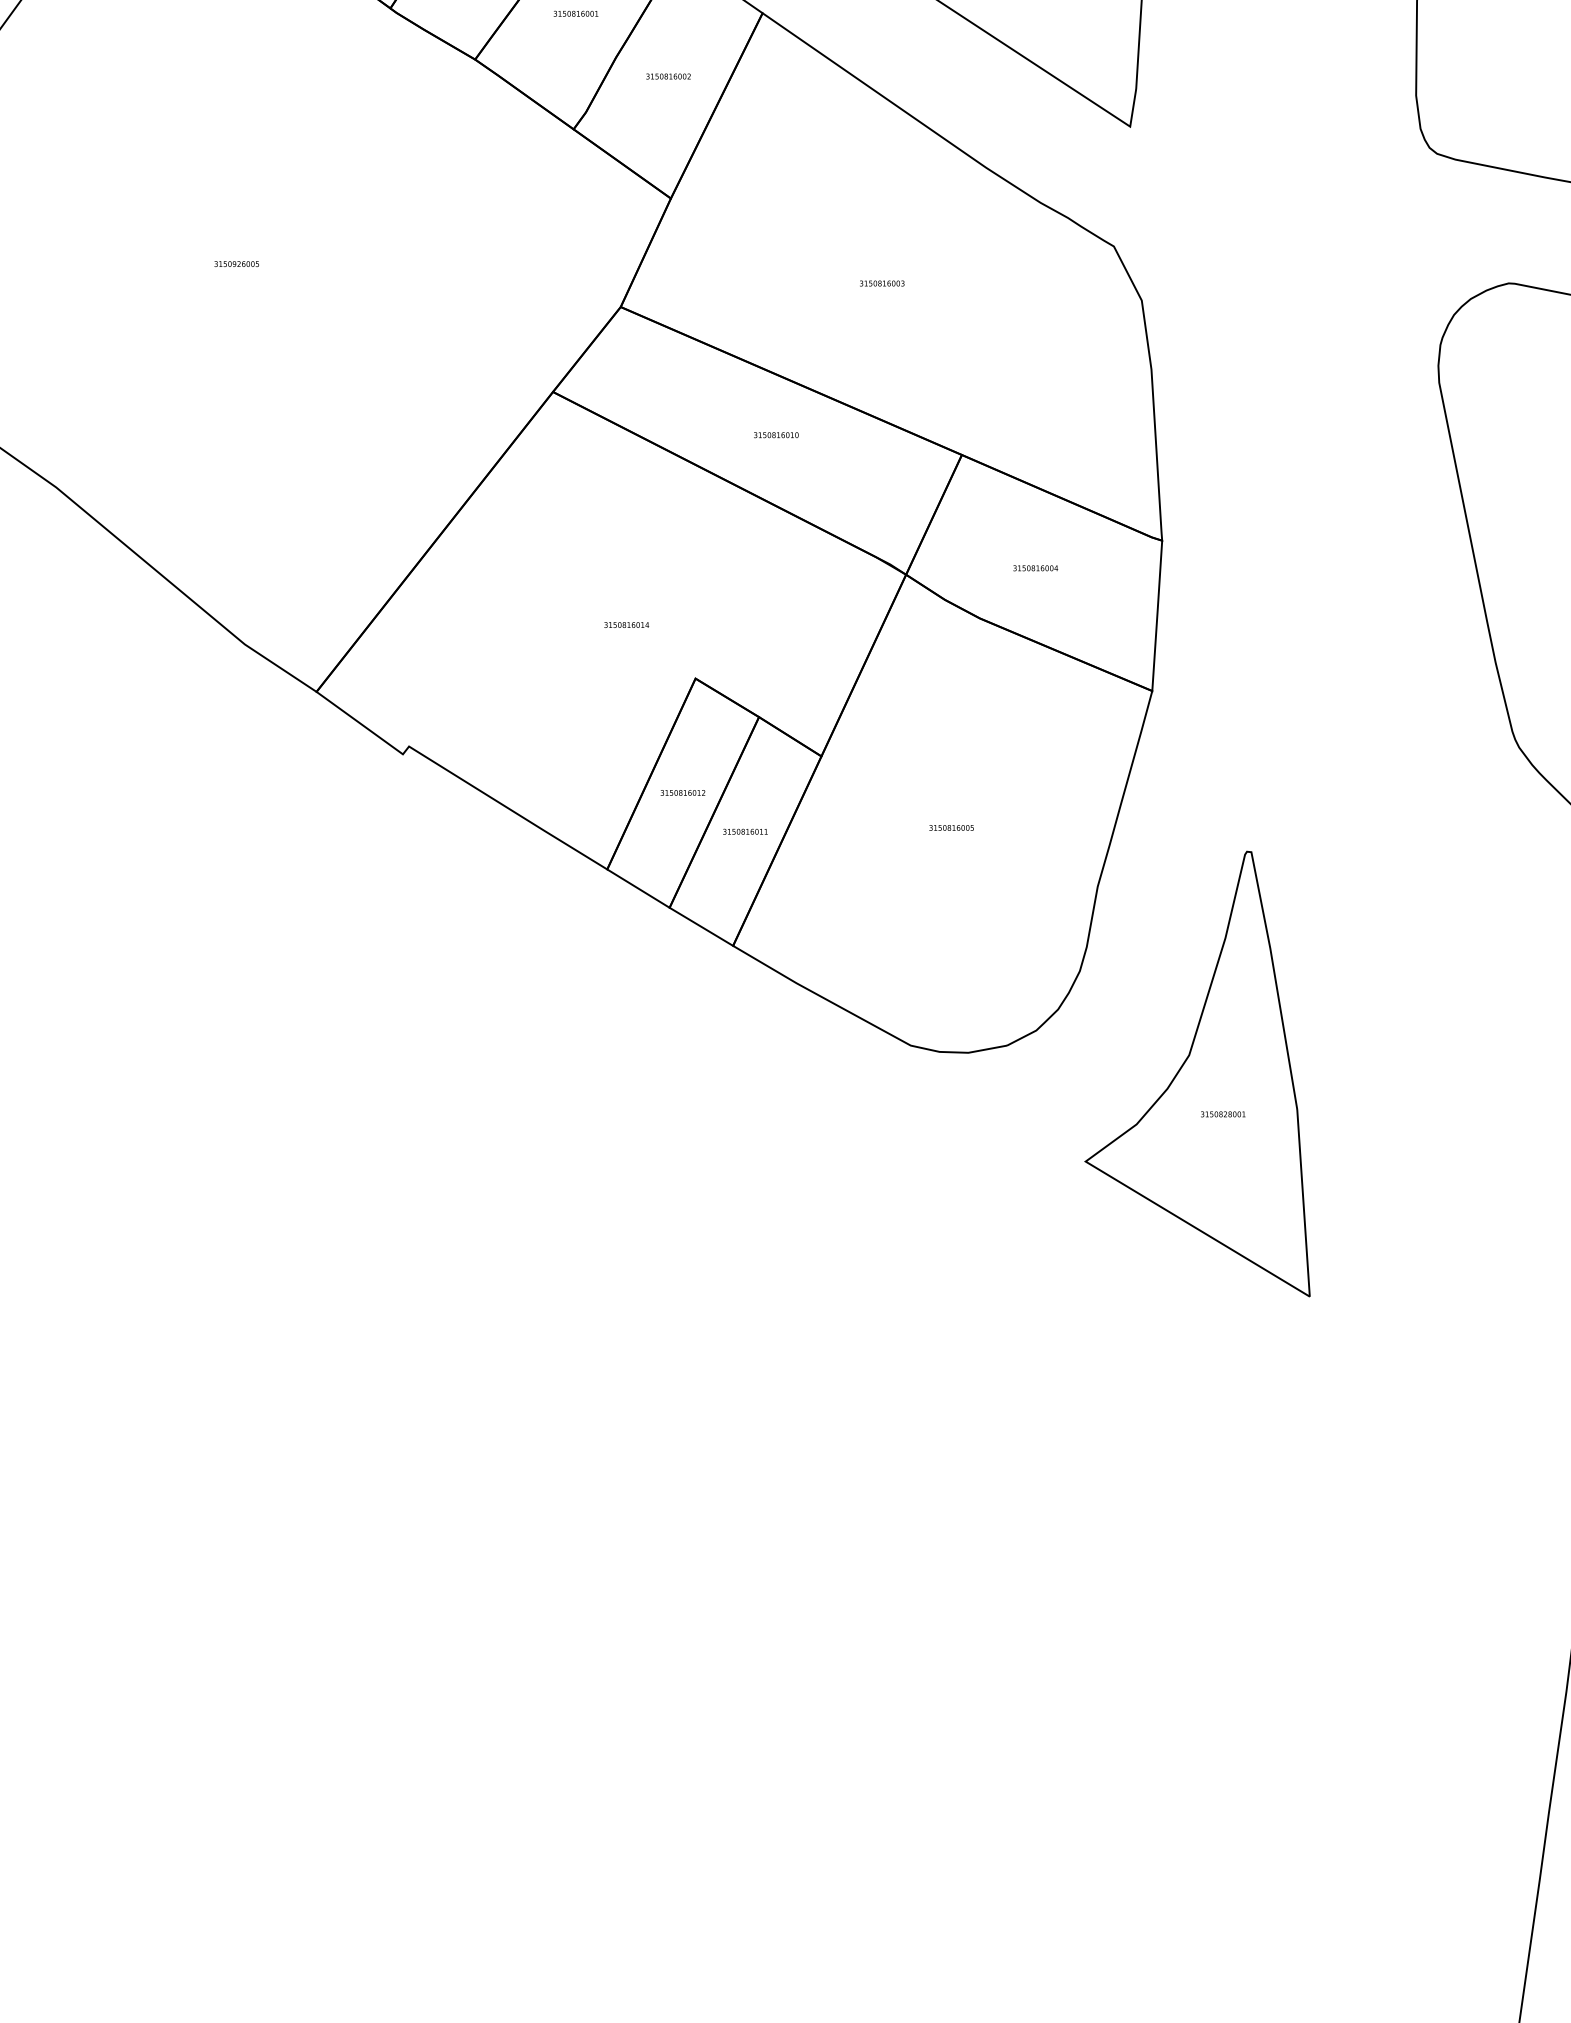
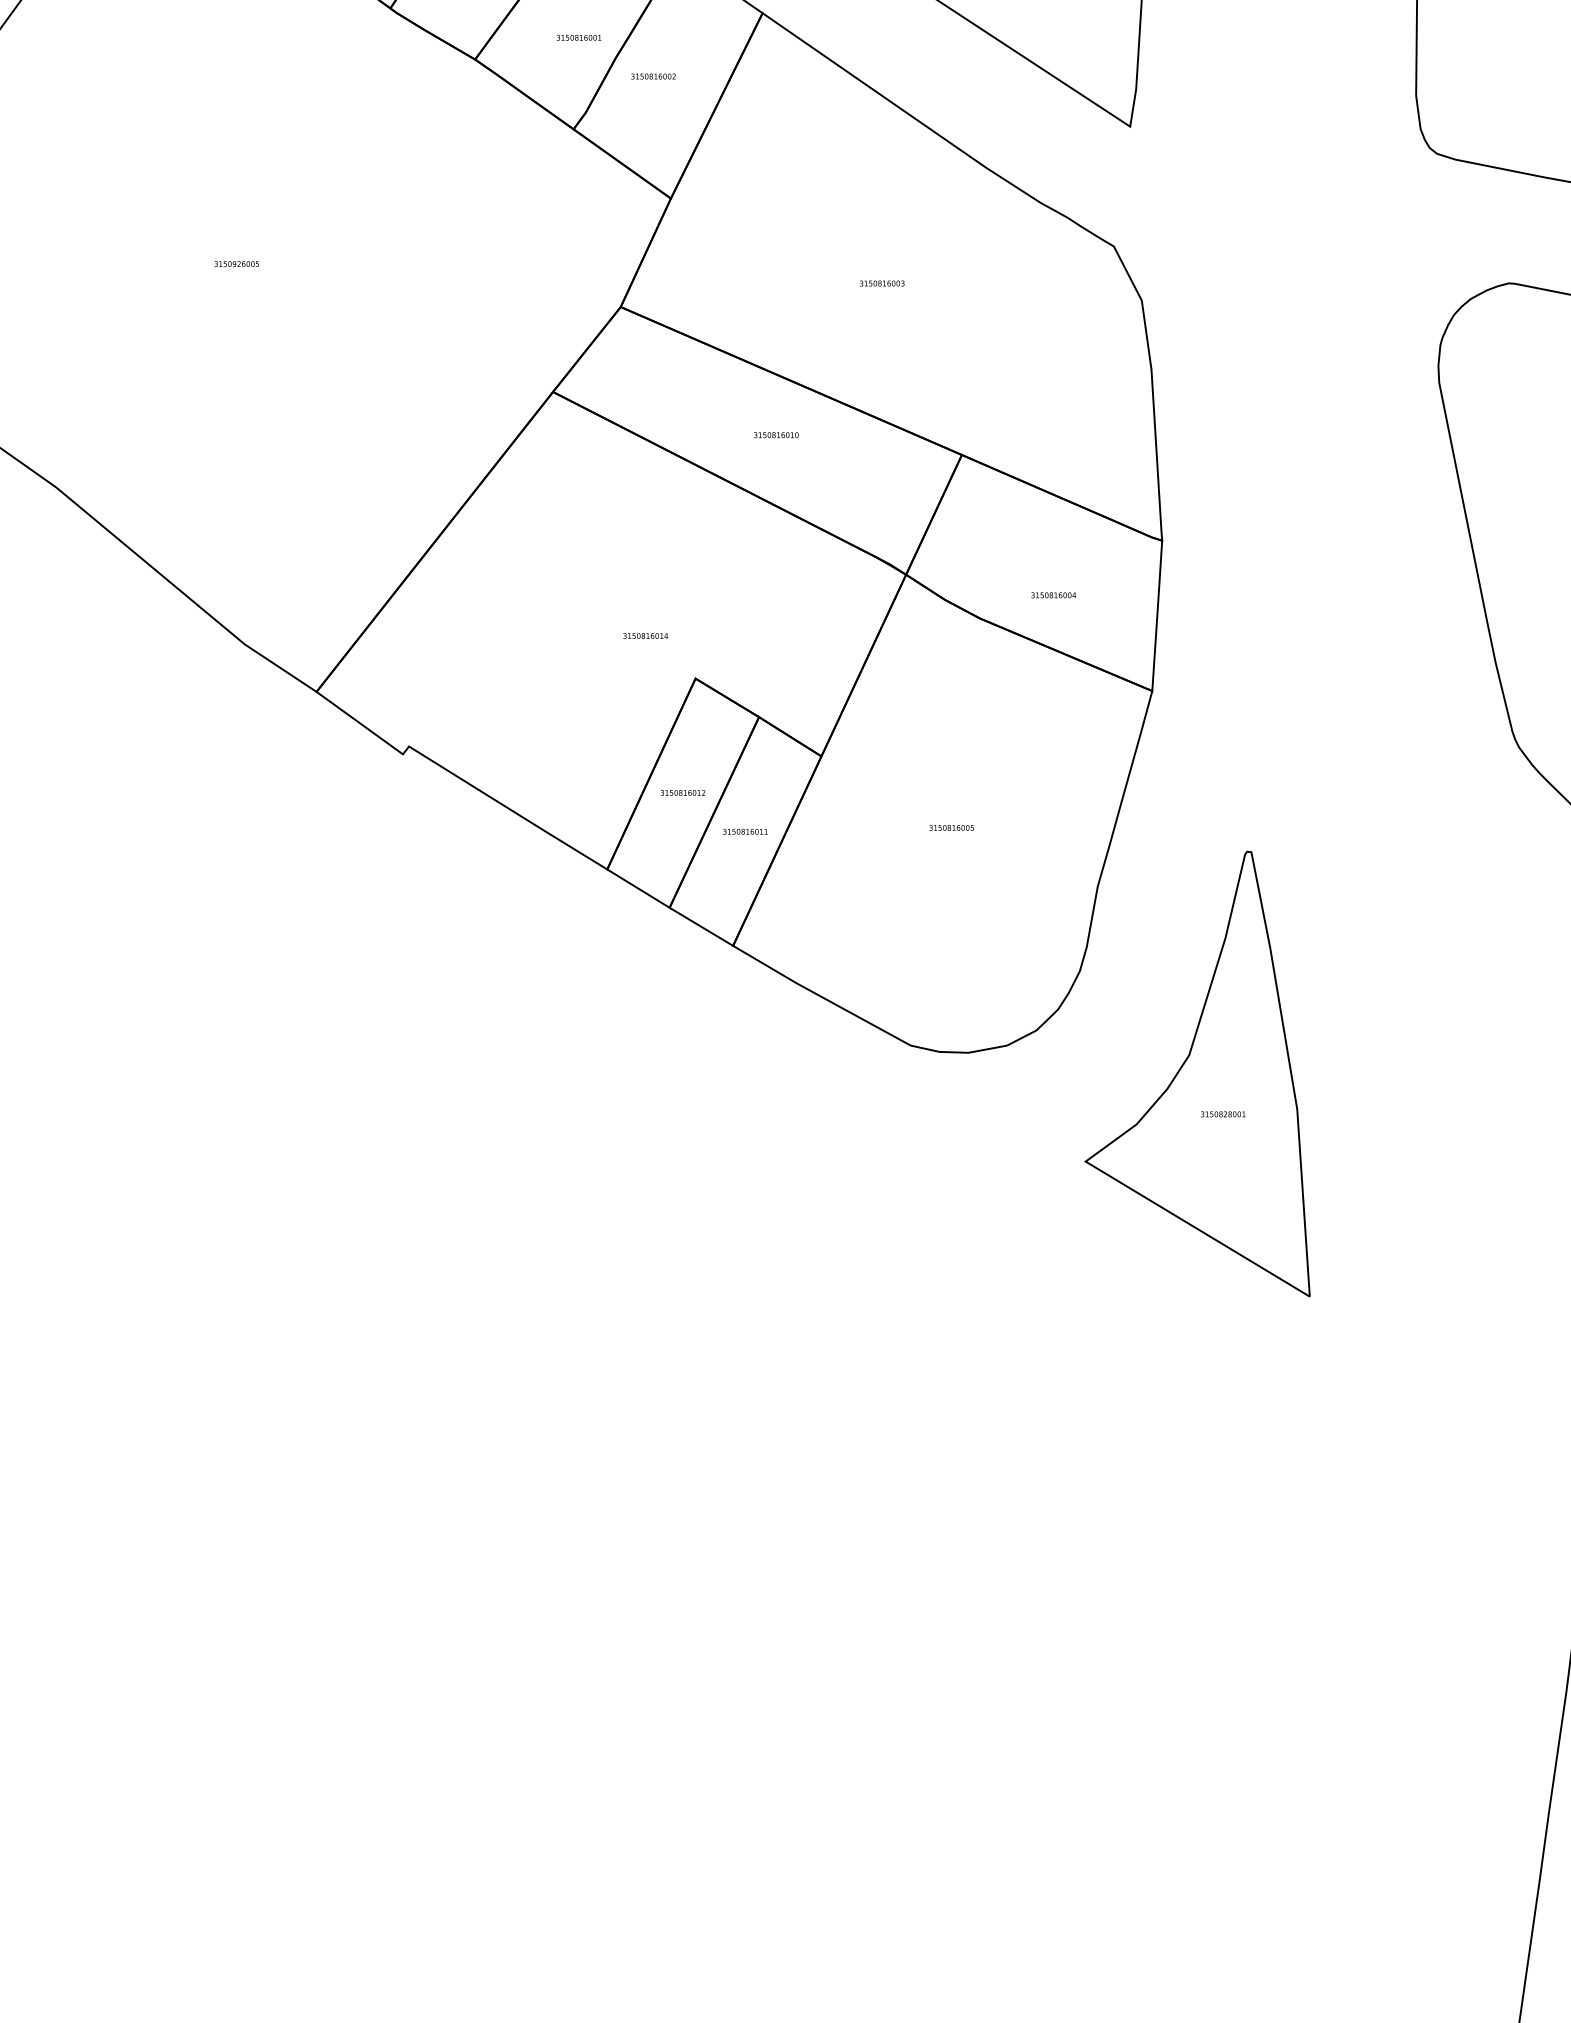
text at (575, 13) position: (575, 13) -> (578, 37)
text at (668, 76) position: (668, 76) -> (653, 76)
text at (1035, 568) position: (1035, 568) -> (1053, 595)
text at (626, 624) position: (626, 624) -> (645, 635)
